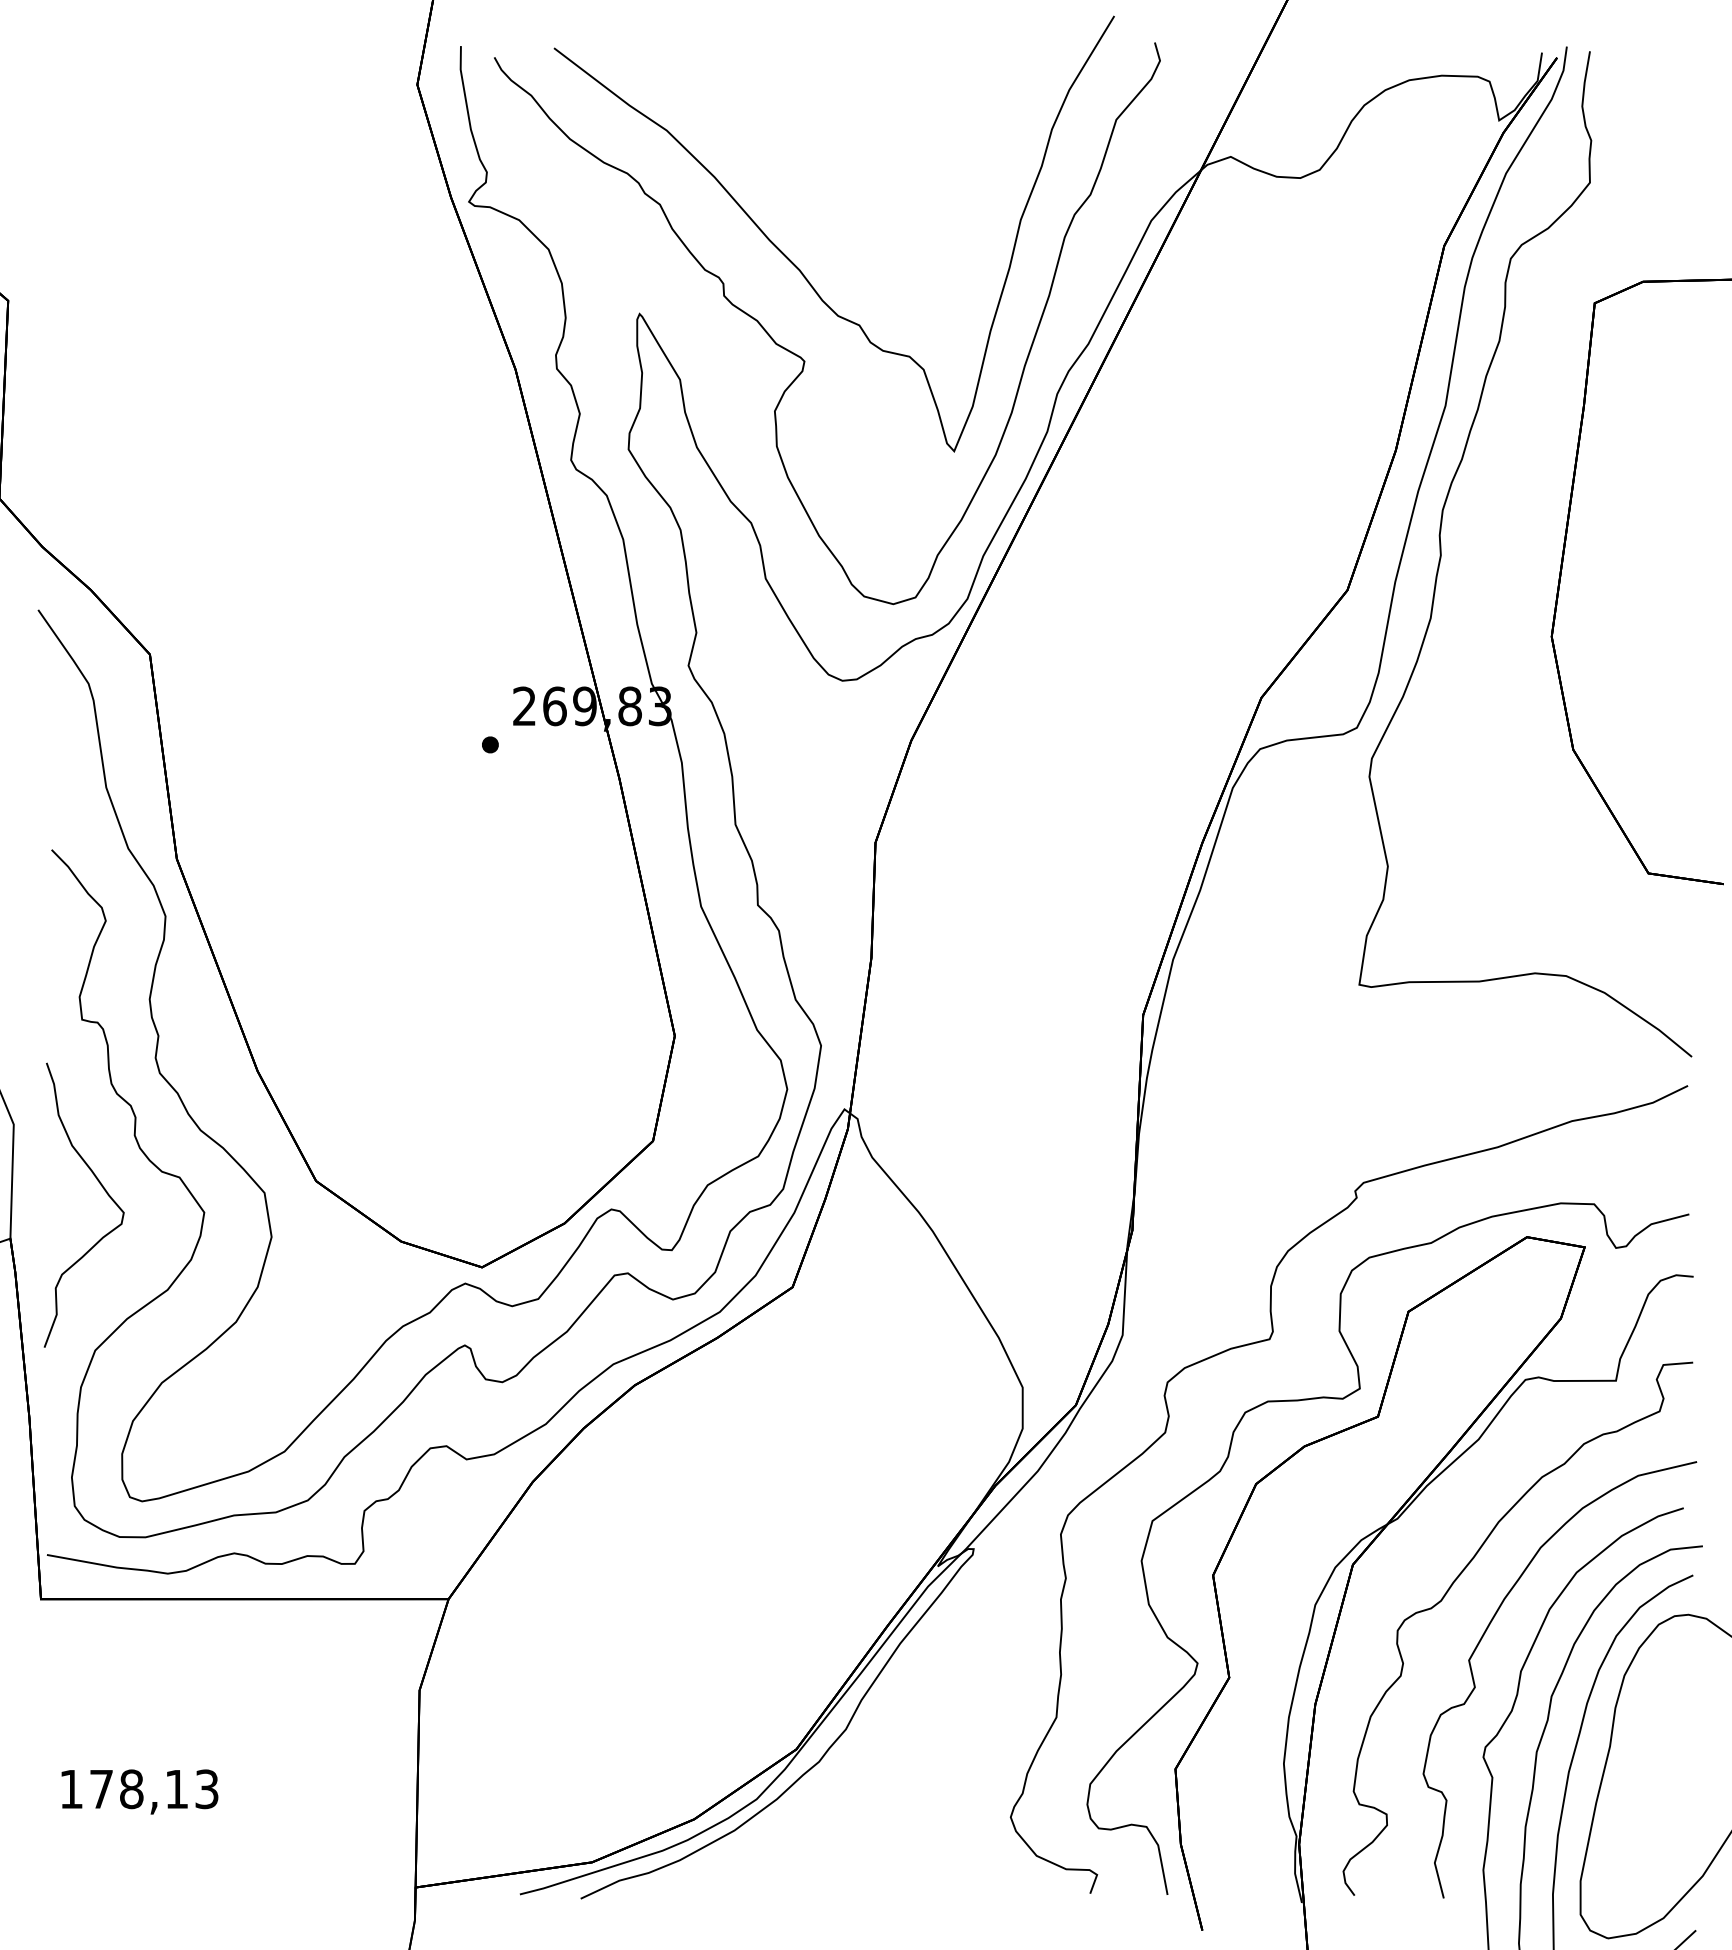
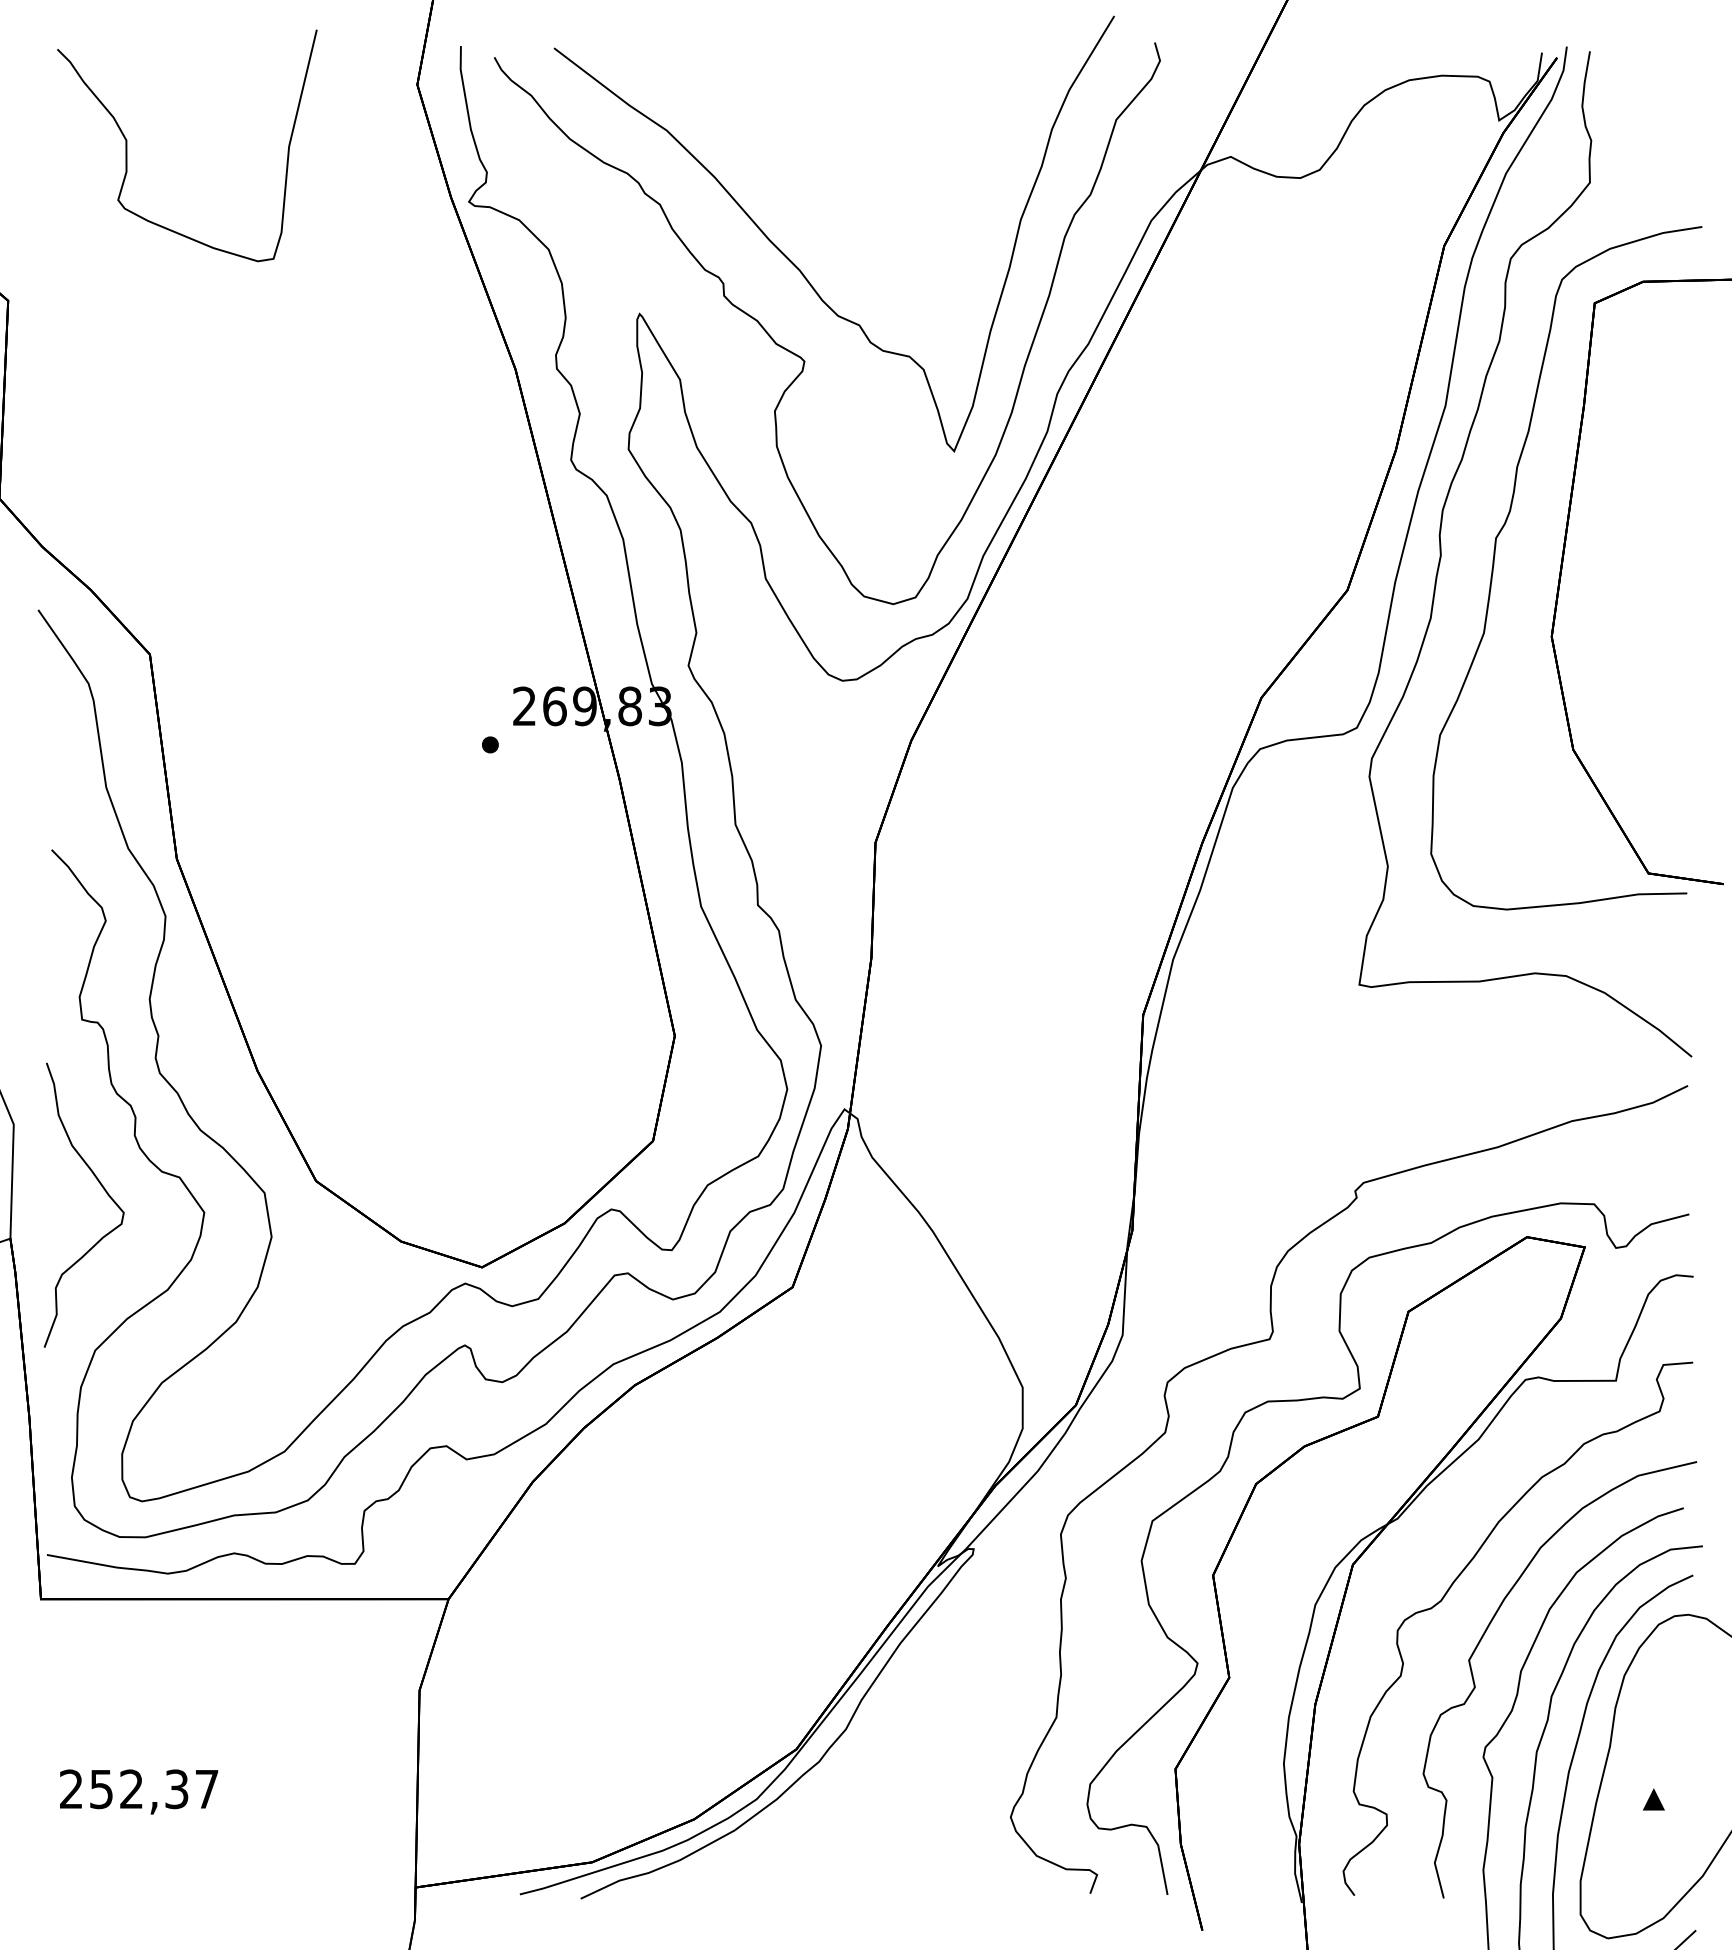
curve at (127, 145): none -> present
curve at (1494, 565): none -> present
text at (139, 1789): 178,13 -> 252,37
part at (1653, 1799): none -> present
